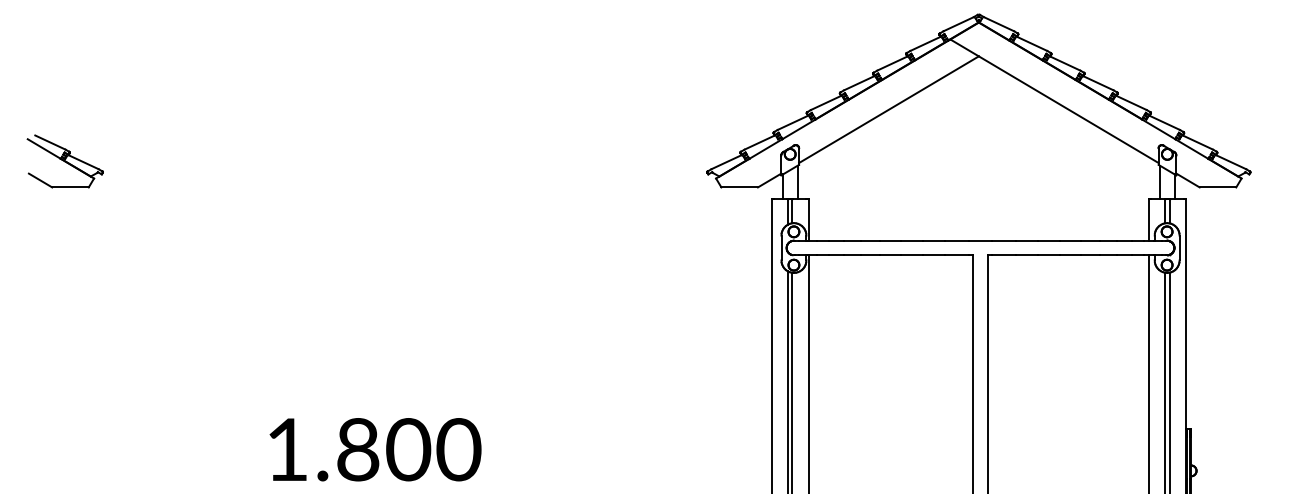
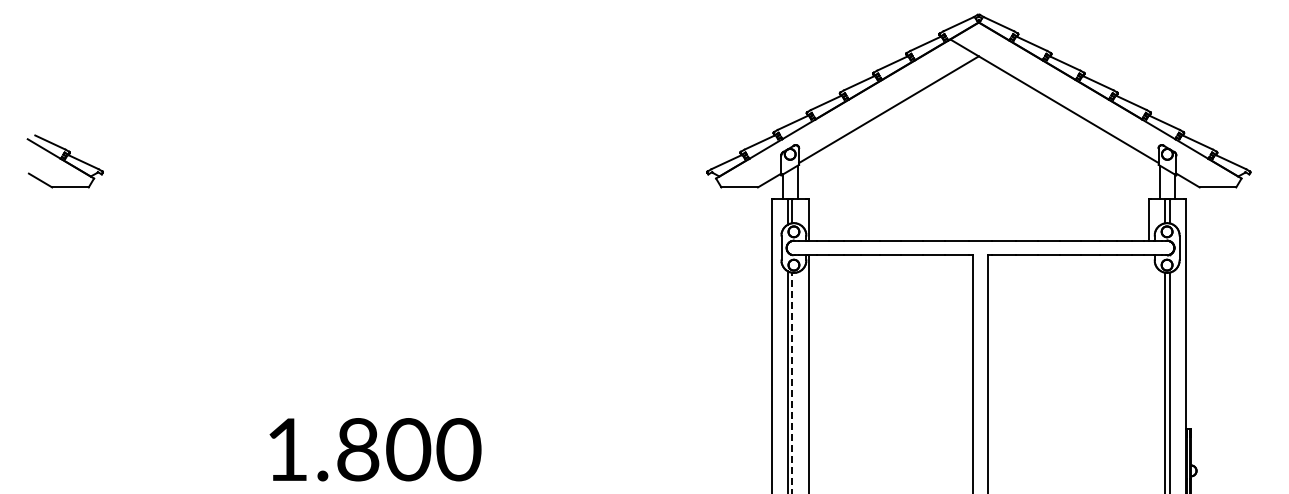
line at (1148, 372): present -> none
line at (792, 382): solid -> dashed
